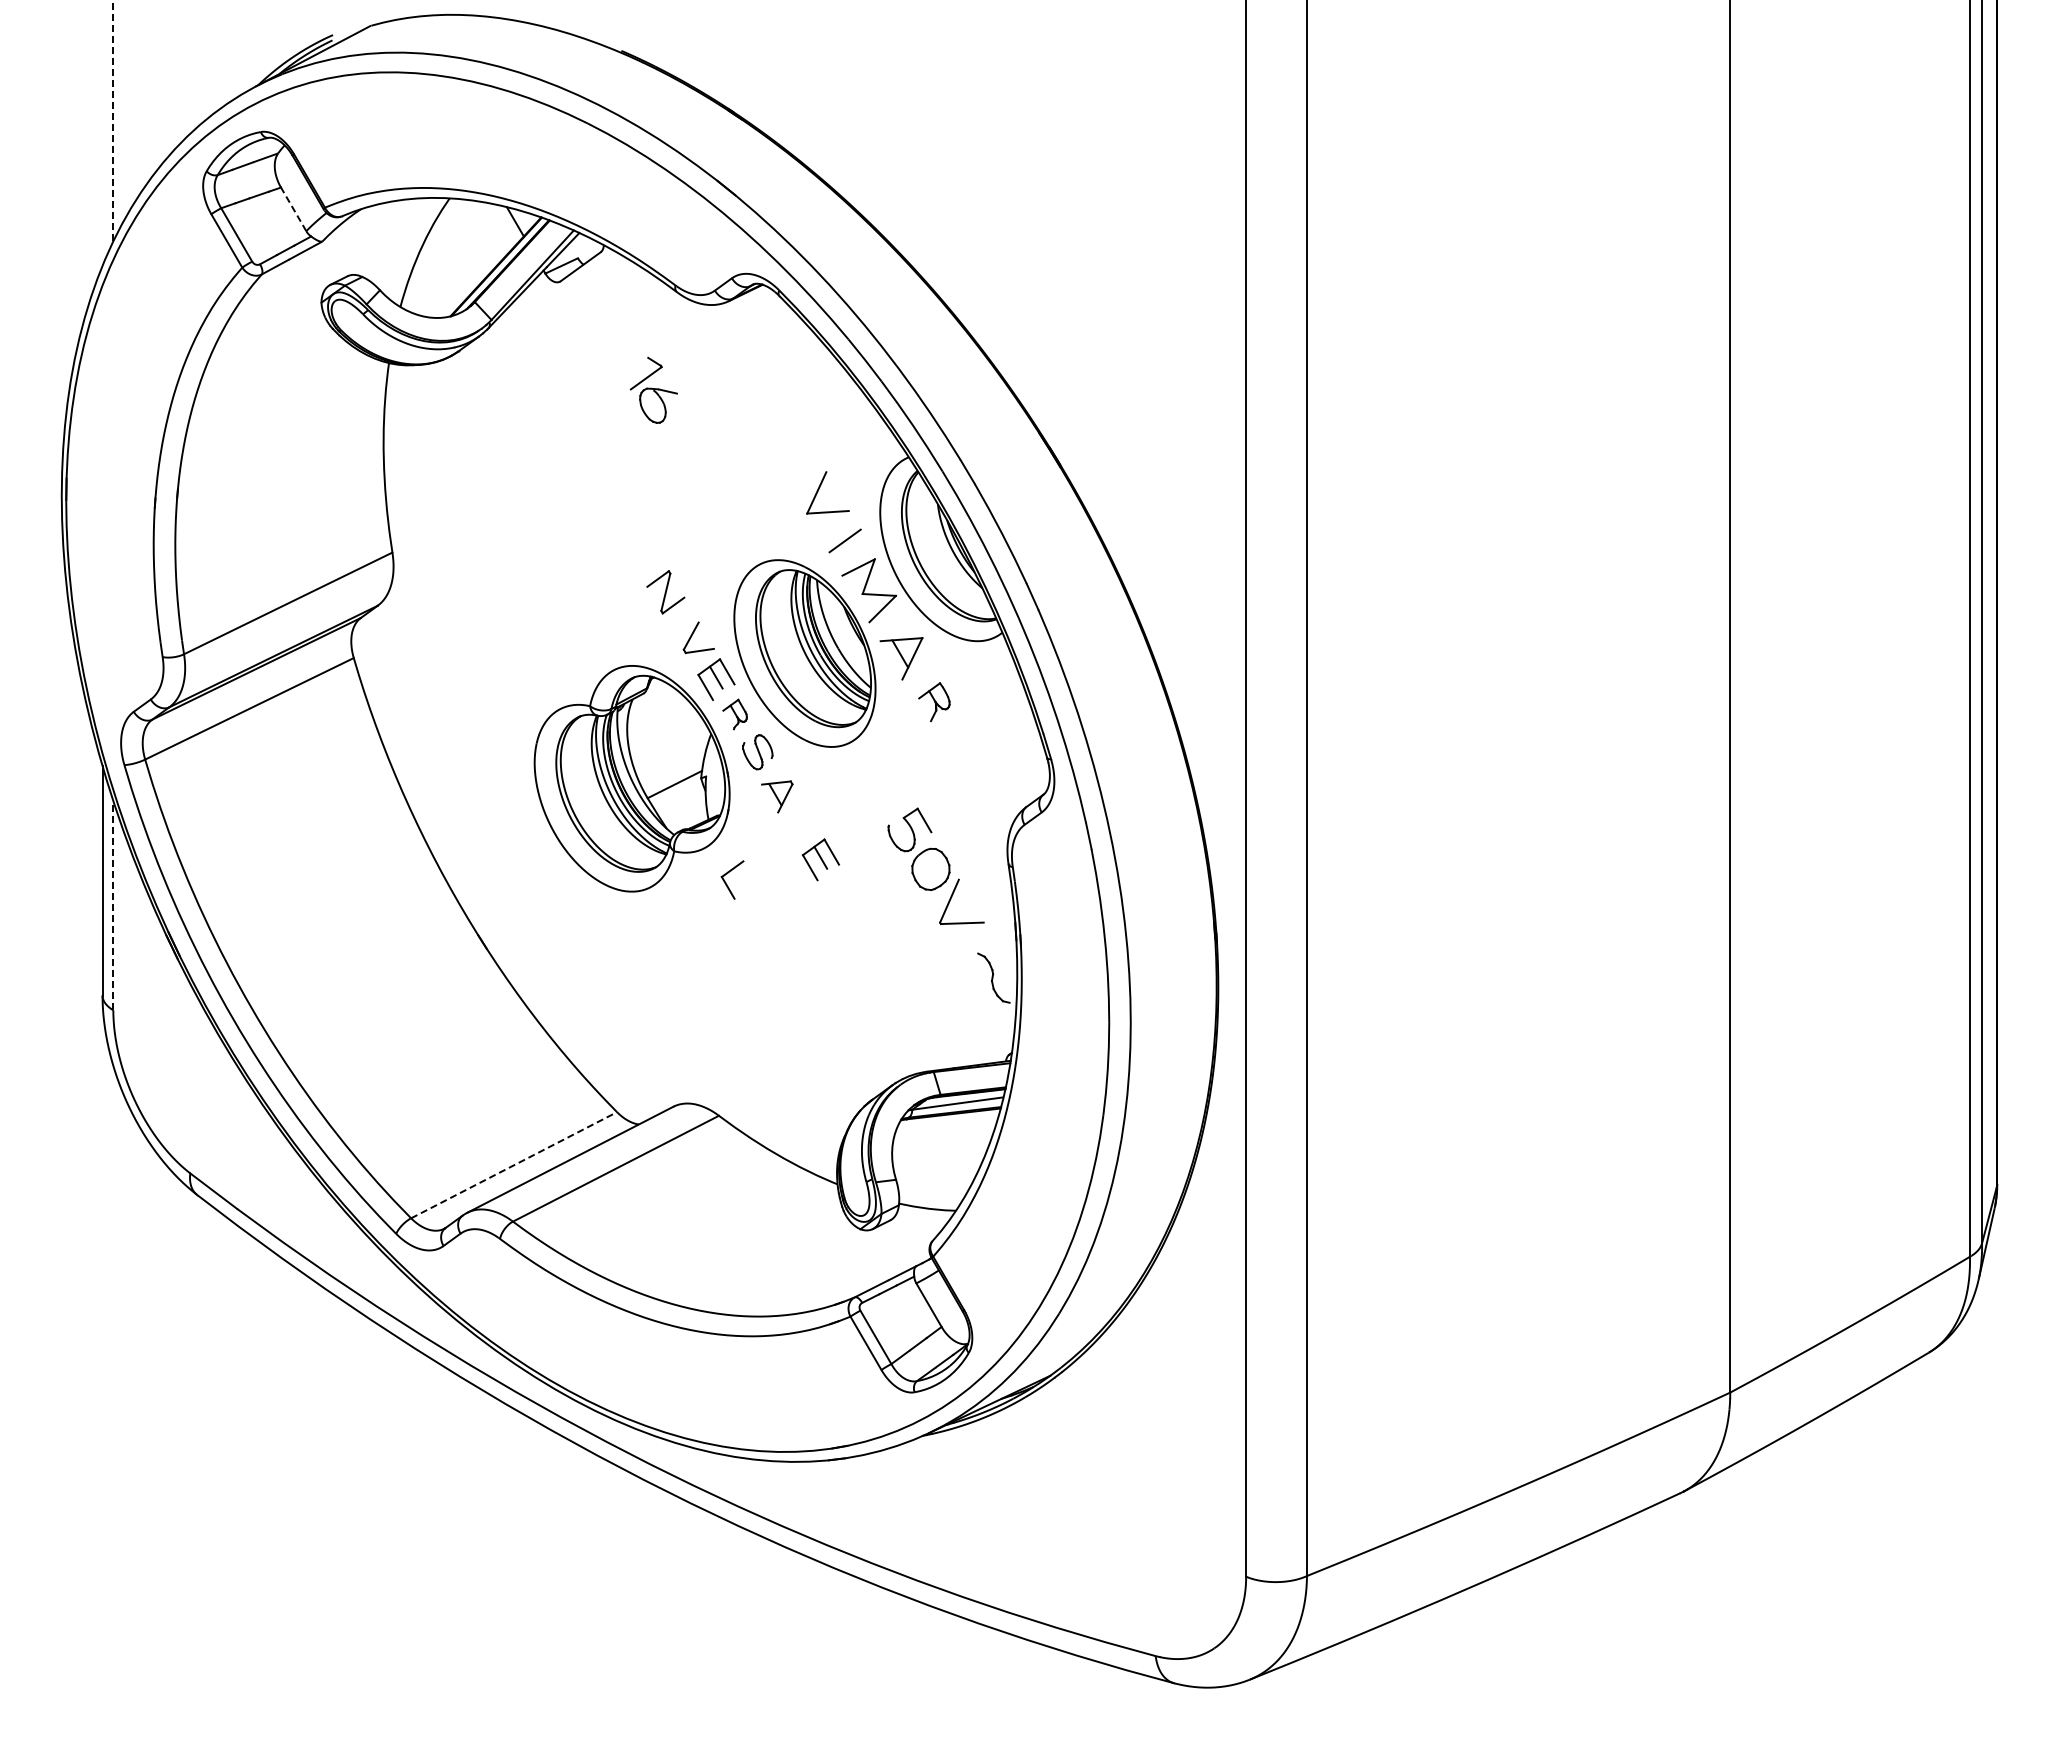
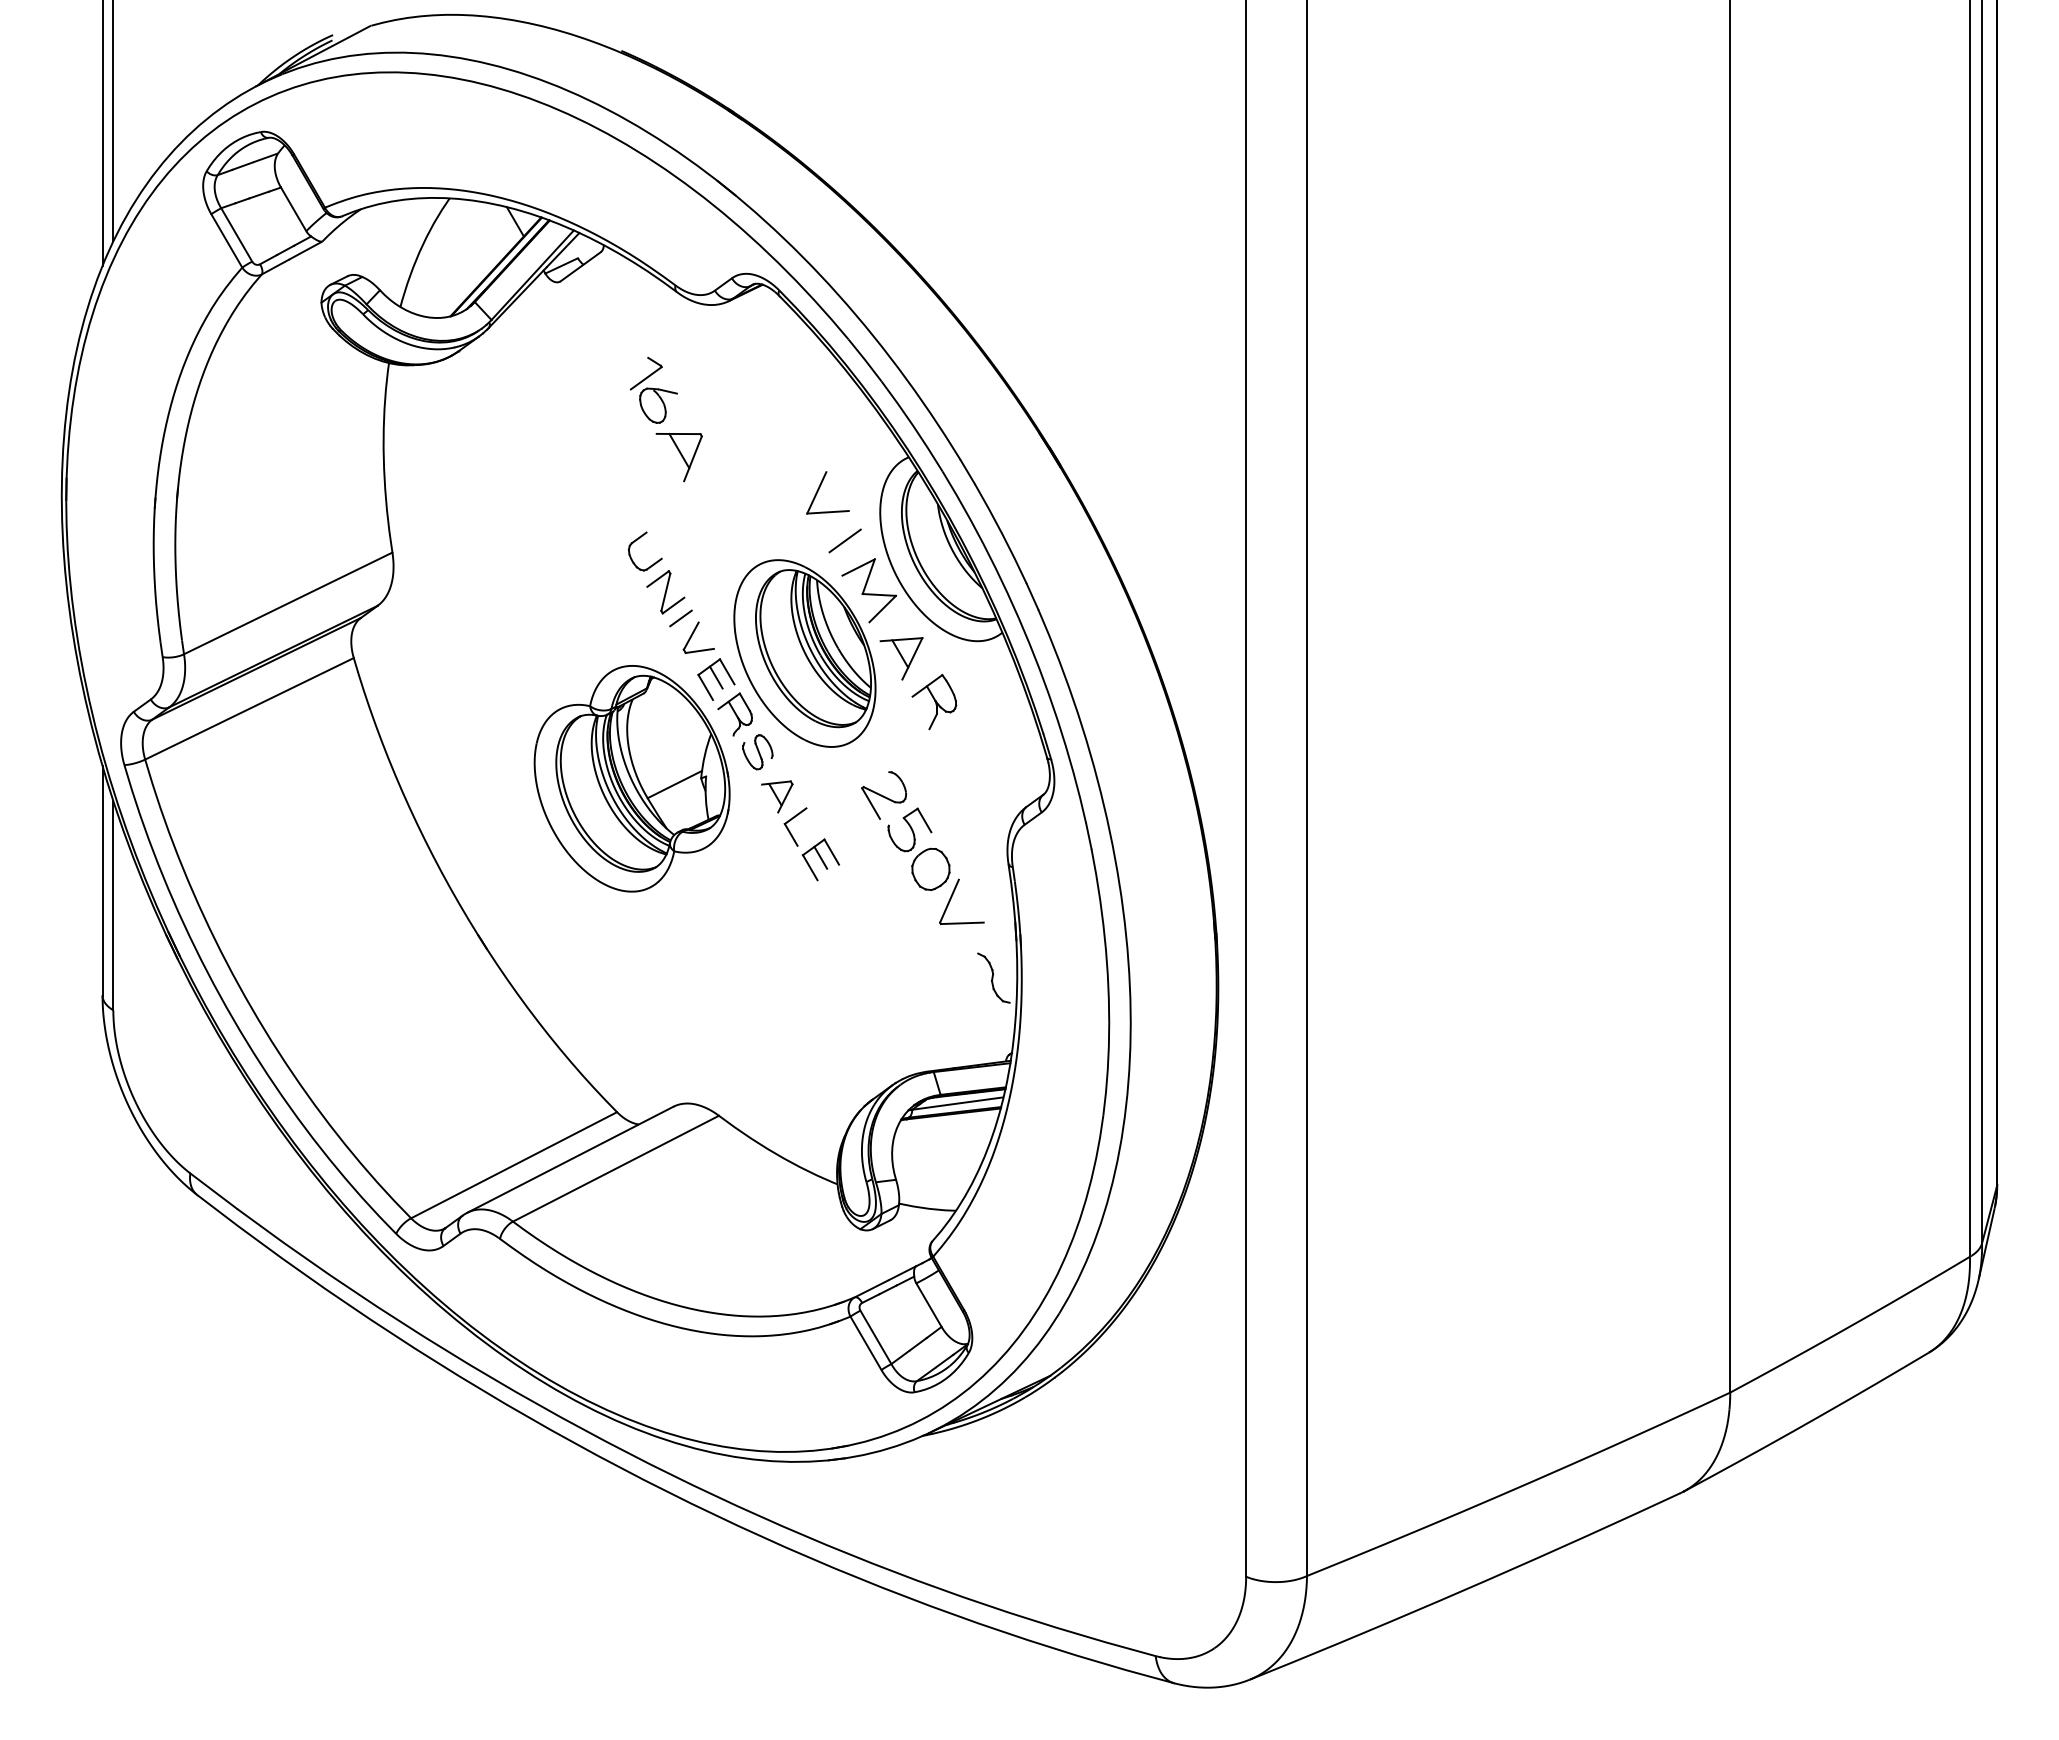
line at (113, 120): dashed -> solid
line at (102, 133): none -> present
line at (293, 208): dashed -> solid
part at (678, 457): none -> present
part at (636, 541): none -> present
line at (680, 618): none -> present
part at (934, 702) size: 33x41 px -> 47x57 px
part at (734, 714) size: 26x33 px -> 36x45 px
part at (883, 795): none -> present
part at (726, 882) position: (726, 882) -> (789, 829)
line at (113, 905): dashed -> solid
line at (514, 1165): dashed -> solid
